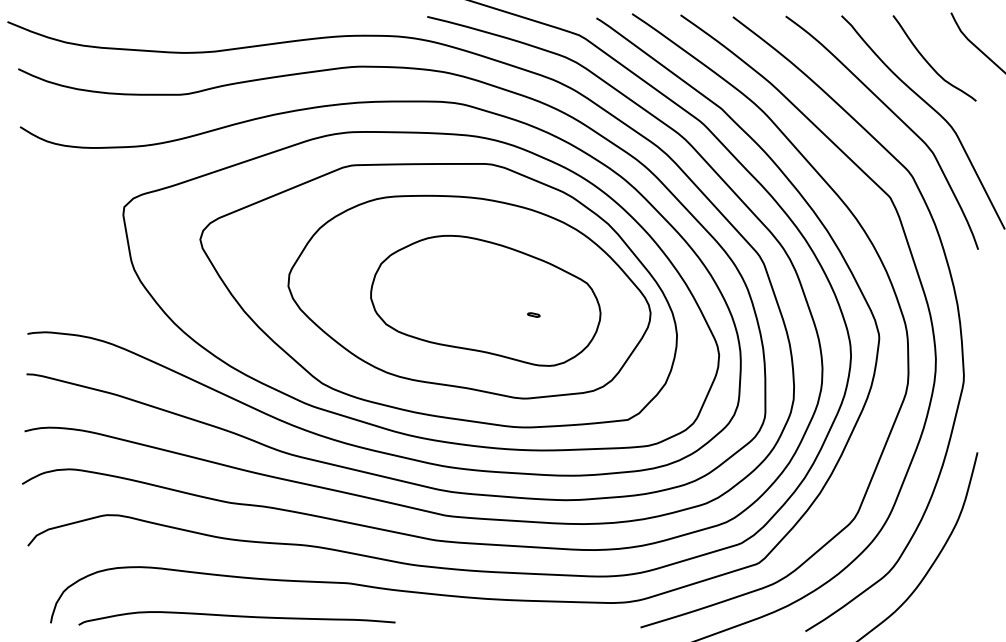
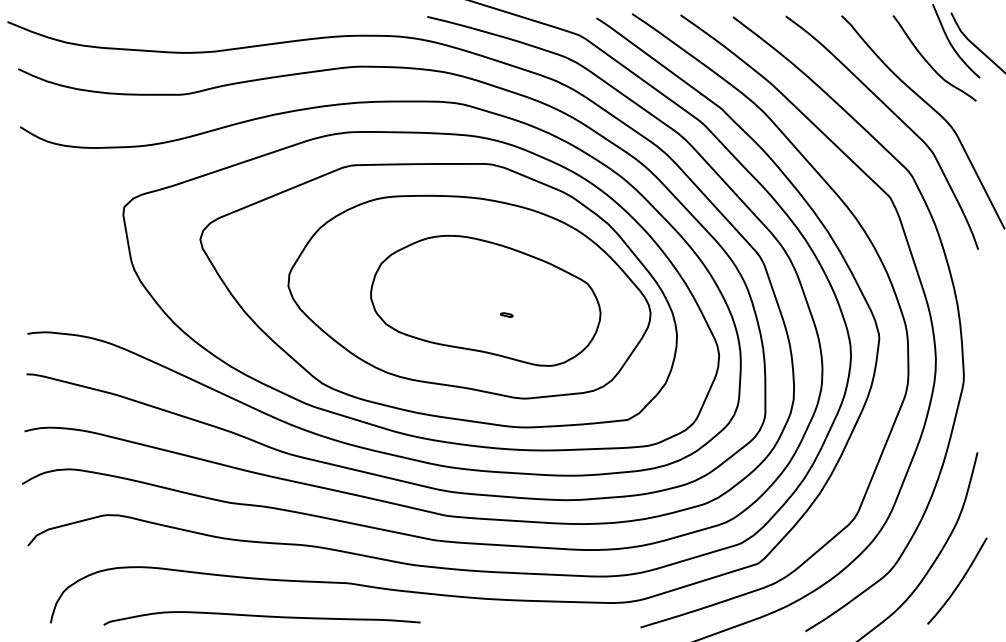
curve at (951, 43): none -> present
part at (533, 314) position: (533, 314) -> (506, 314)
curve at (959, 581): none -> present
curve at (236, 617) position: (236, 617) -> (261, 617)
